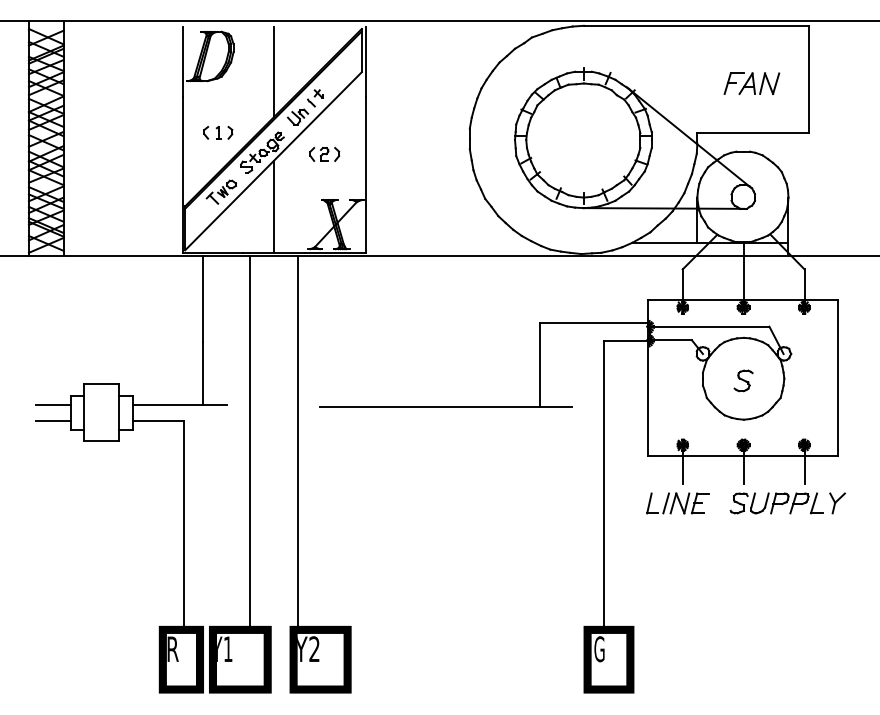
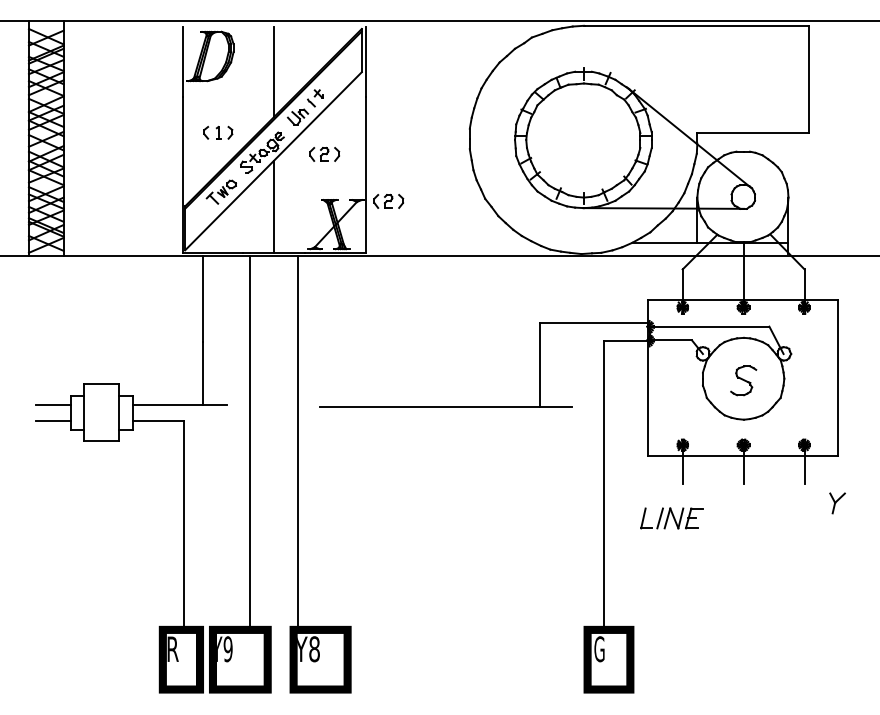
part at (751, 83): present -> none
part at (388, 200): none -> present
part at (743, 380) size: 21x24 px -> 28x32 px
part at (677, 503) position: (677, 503) -> (671, 518)
part at (776, 503): present -> none
text at (227, 649): Y1 -> Y9
text at (314, 649): Y2 -> Y8
